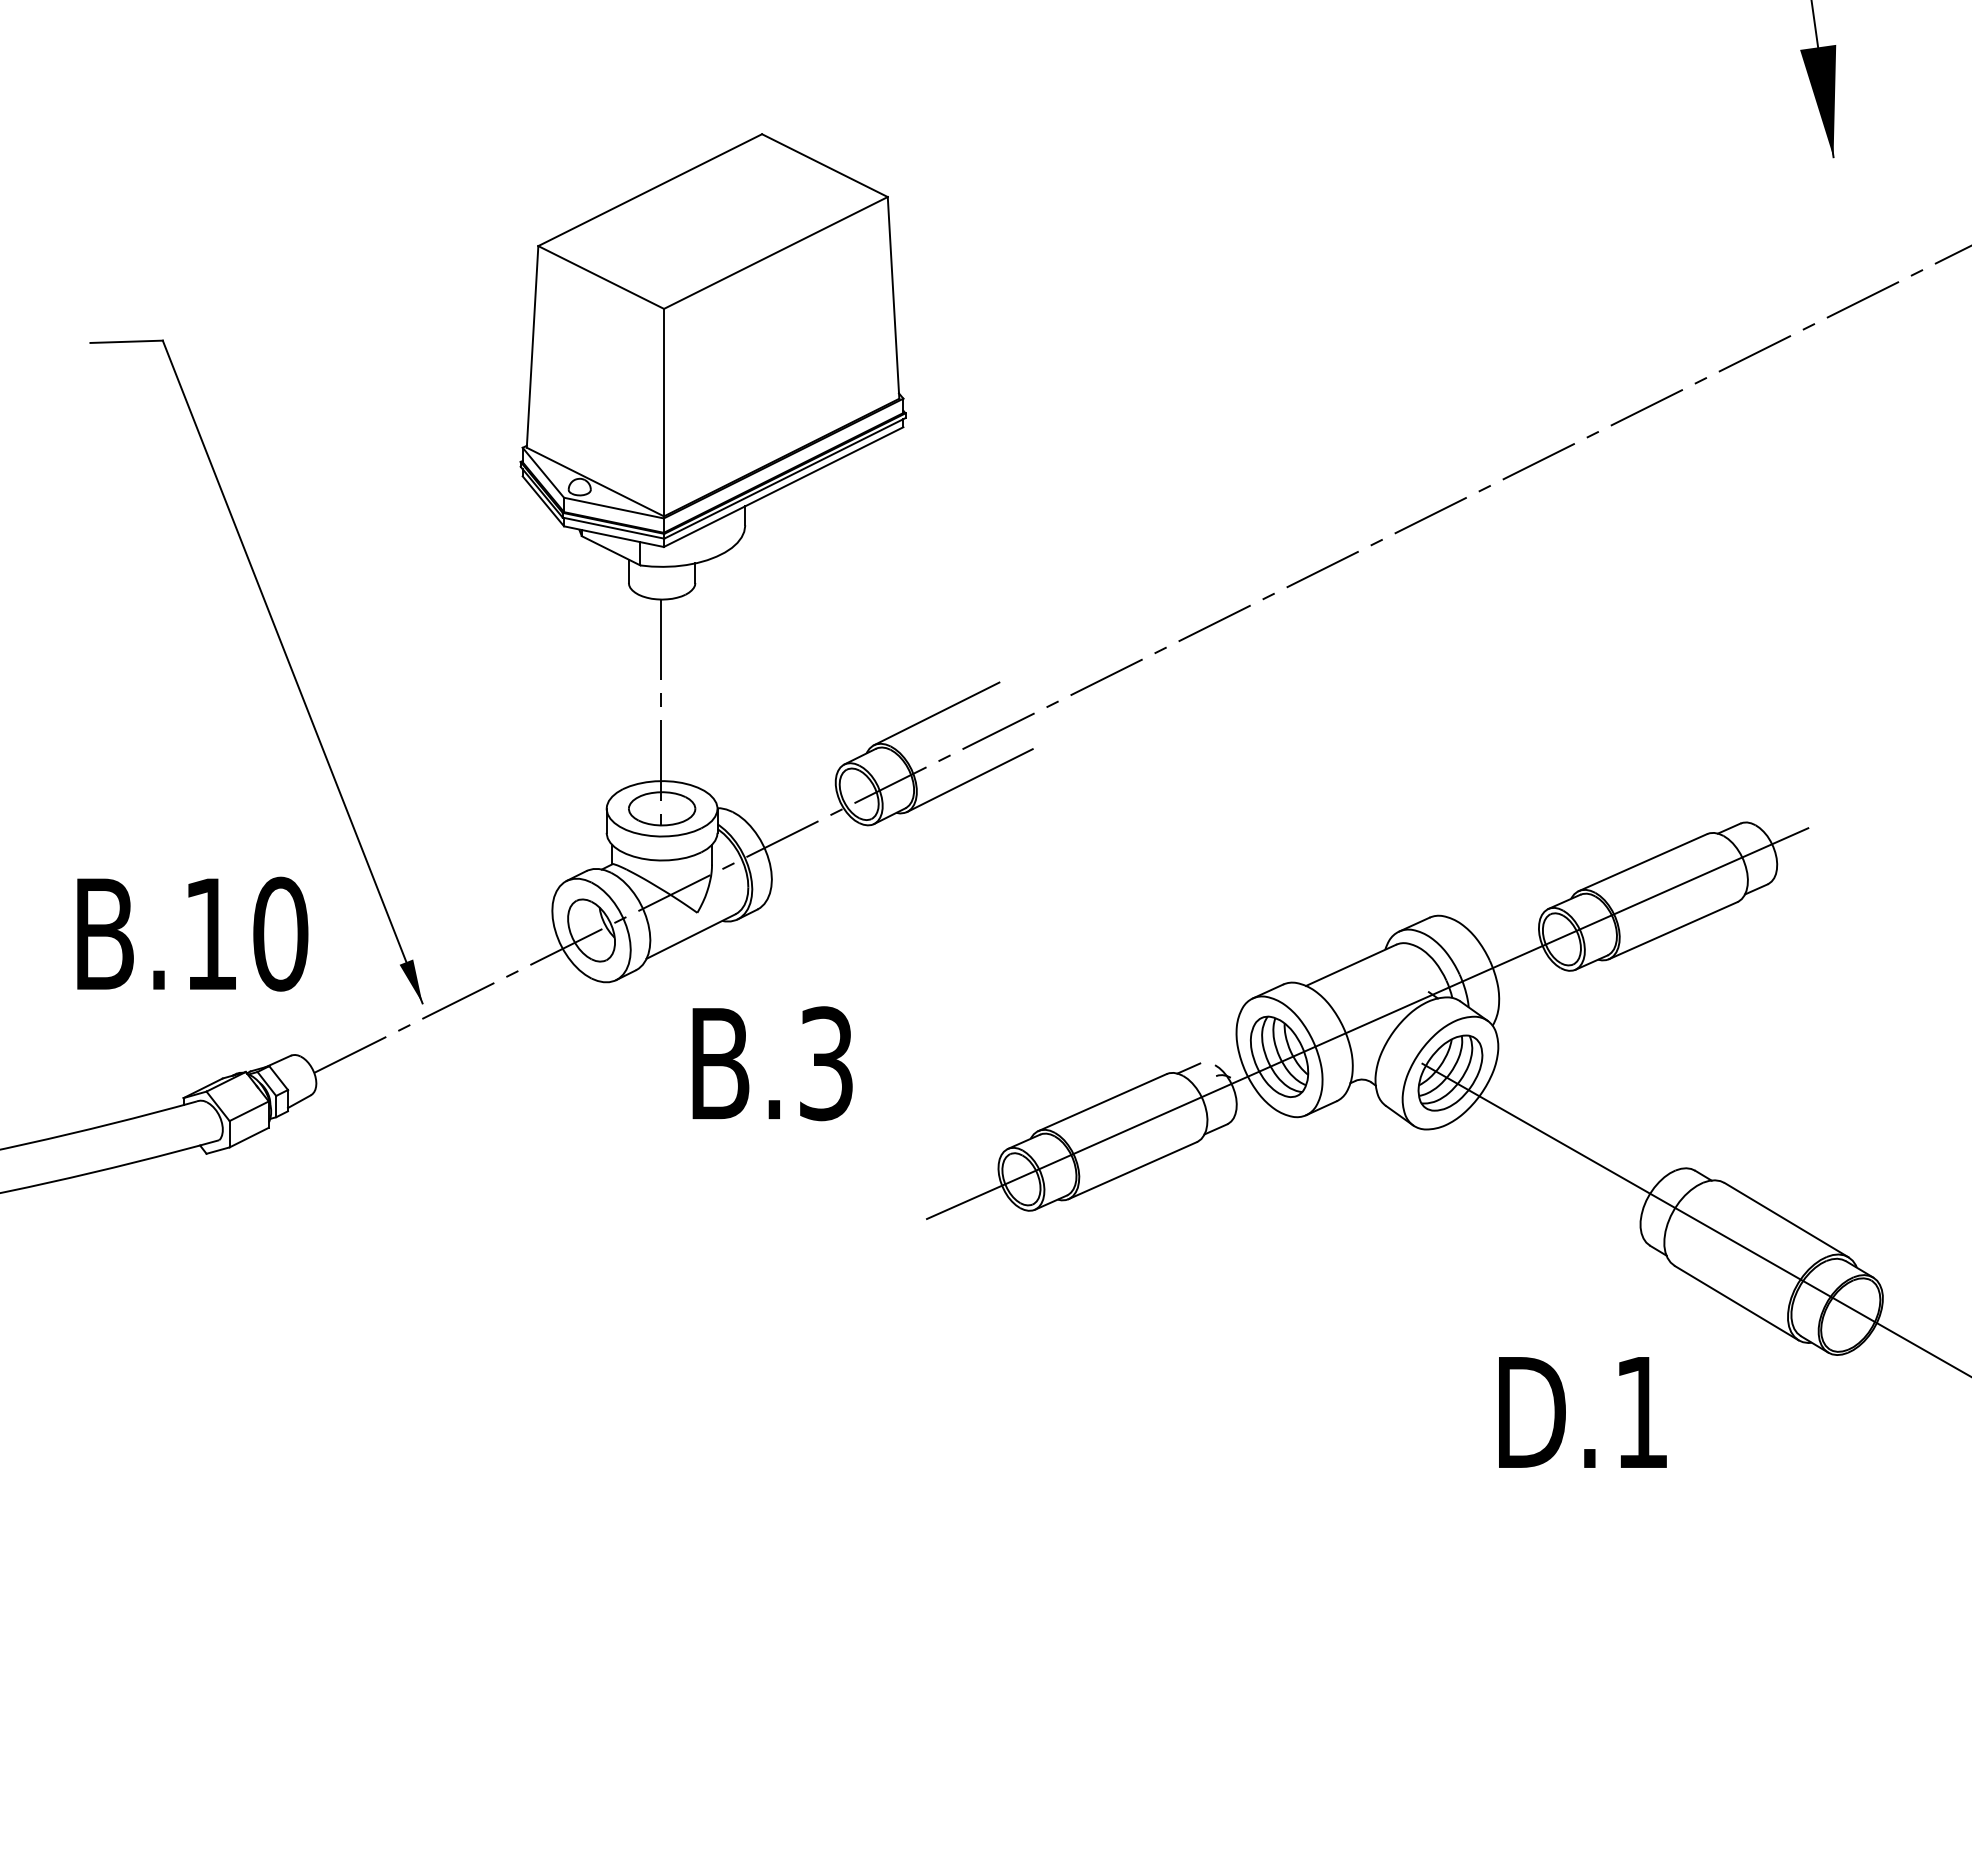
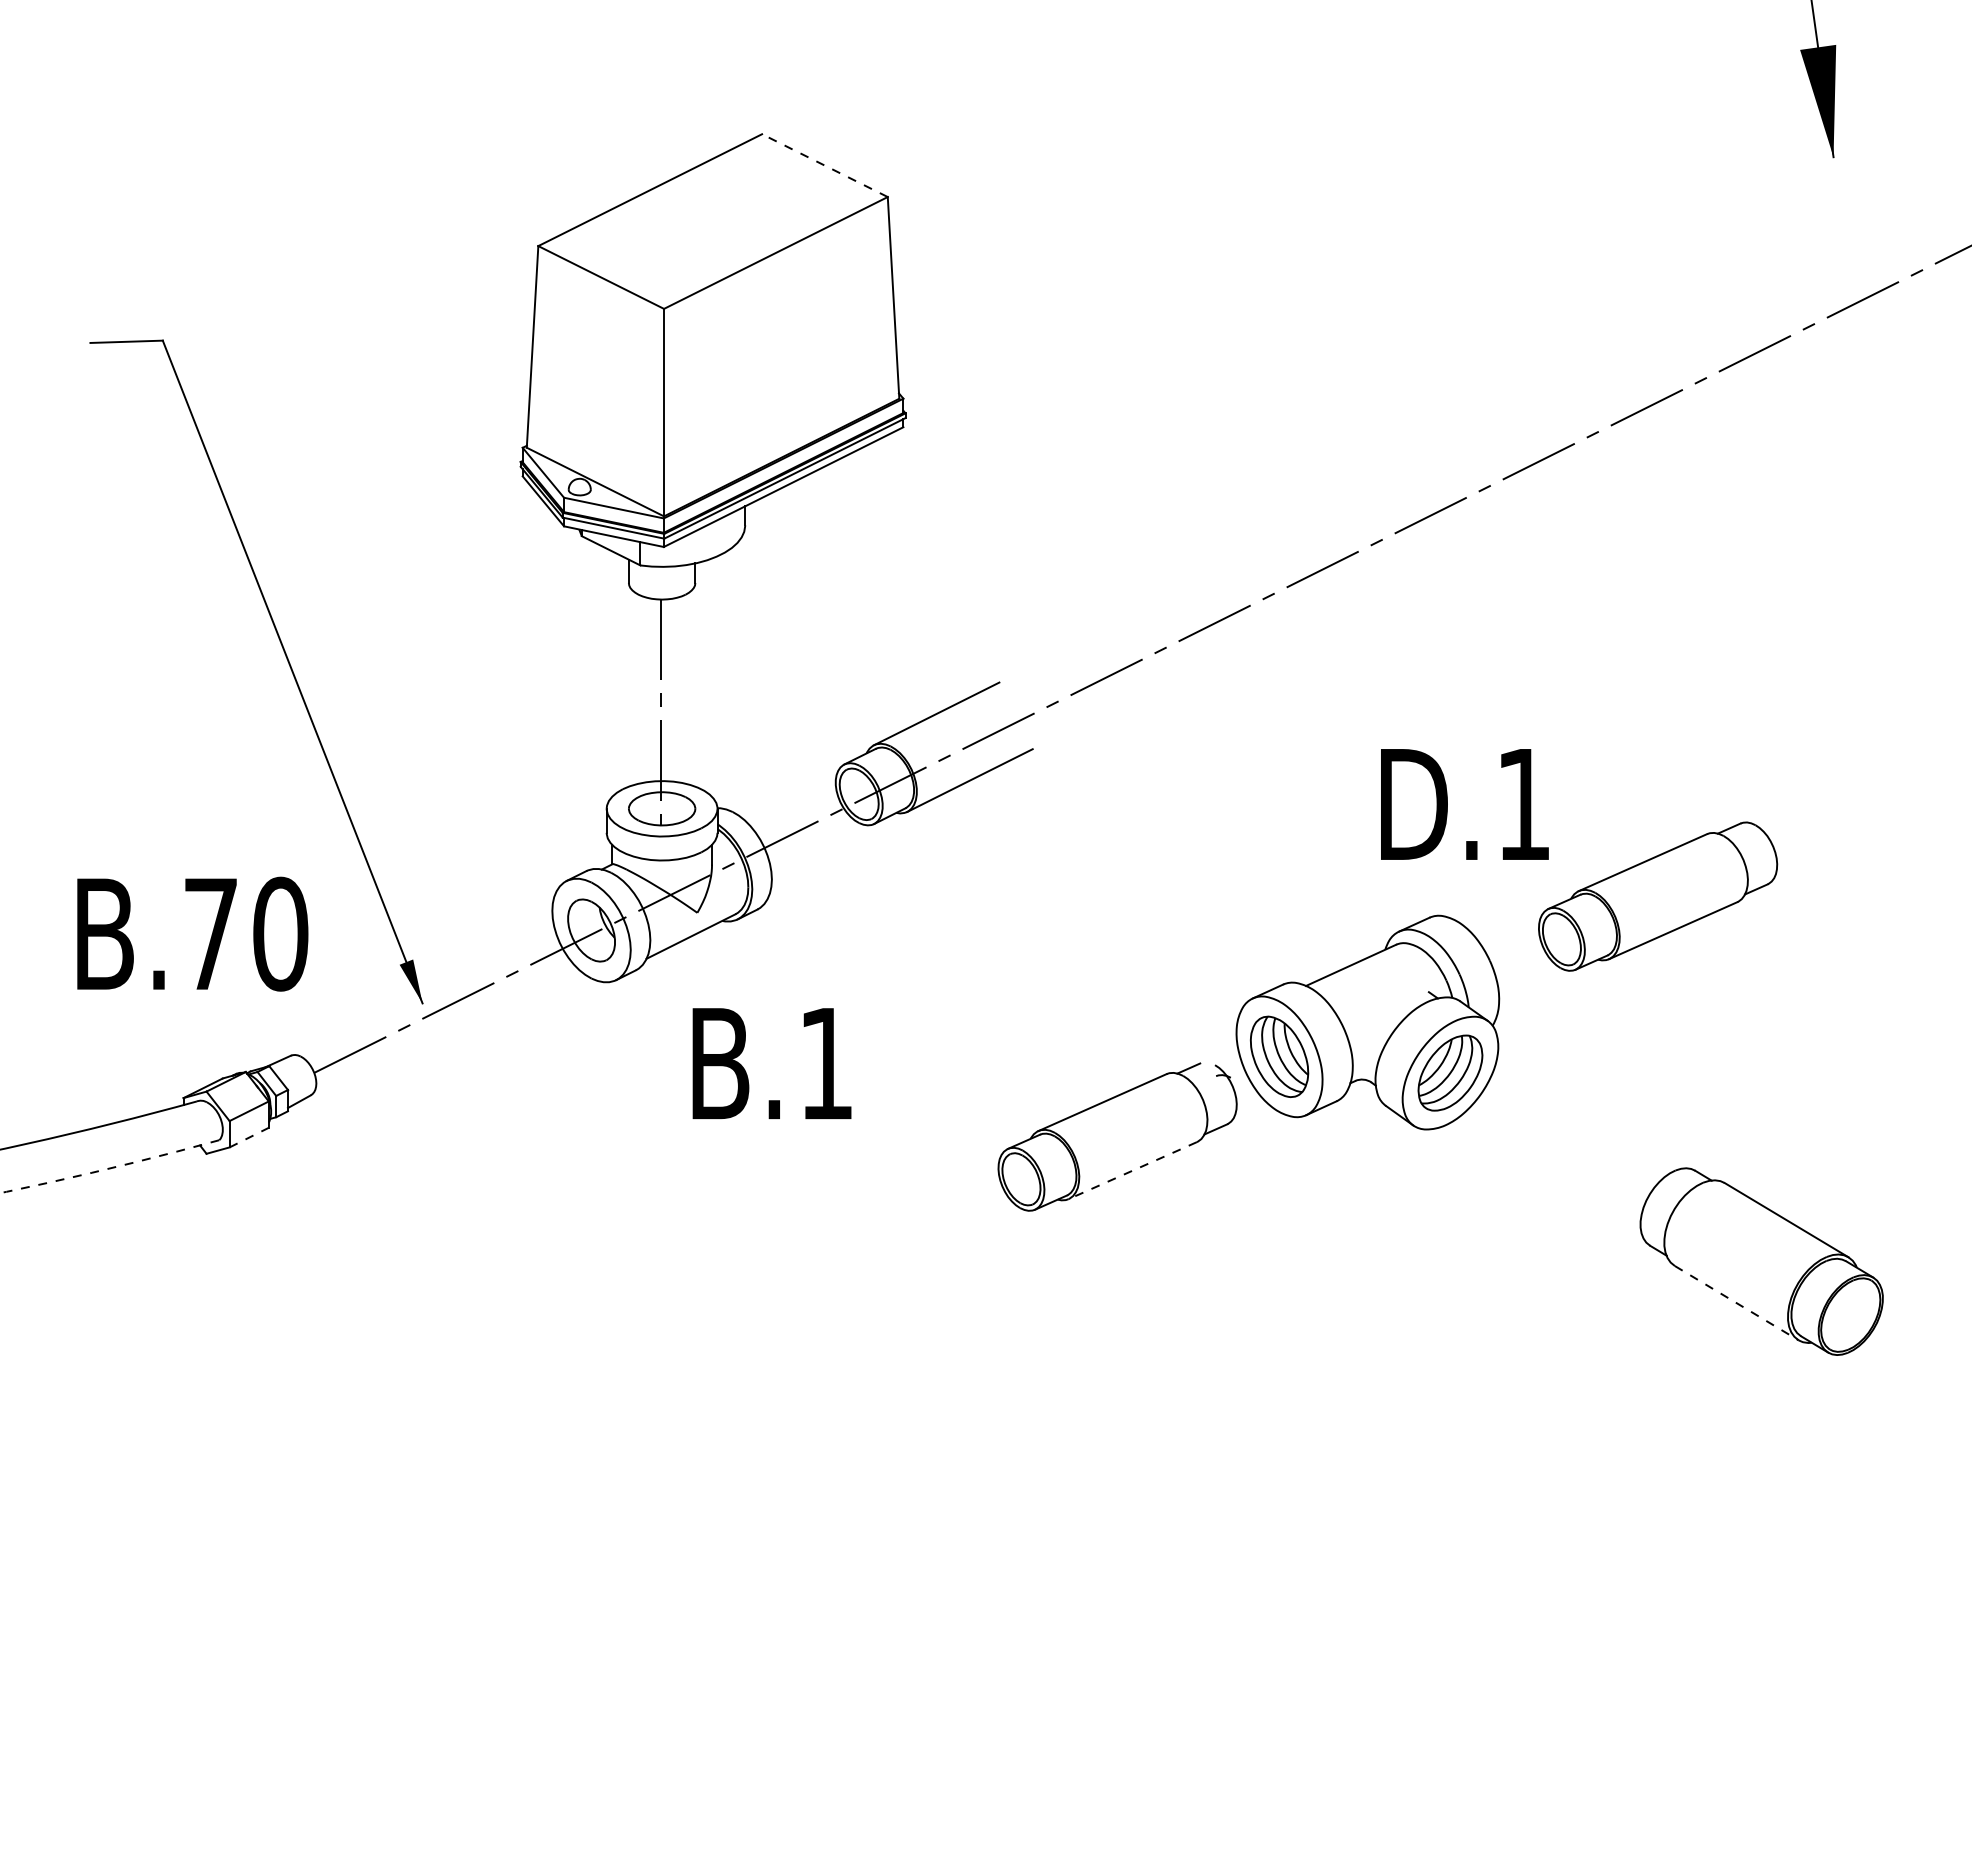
line at (824, 165): solid -> dashed
text at (210, 933): B.10 -> B.70
line at (1367, 1023): present -> none
text at (826, 1063): B.3 -> B.1
line at (249, 1137): solid -> dashed
arc at (110, 1168): solid -> dashed
line at (1132, 1170): solid -> dashed
line at (1695, 1219): present -> none
line at (1737, 1303): solid -> dashed
text at (1582, 1412) position: (1582, 1412) -> (1464, 804)
